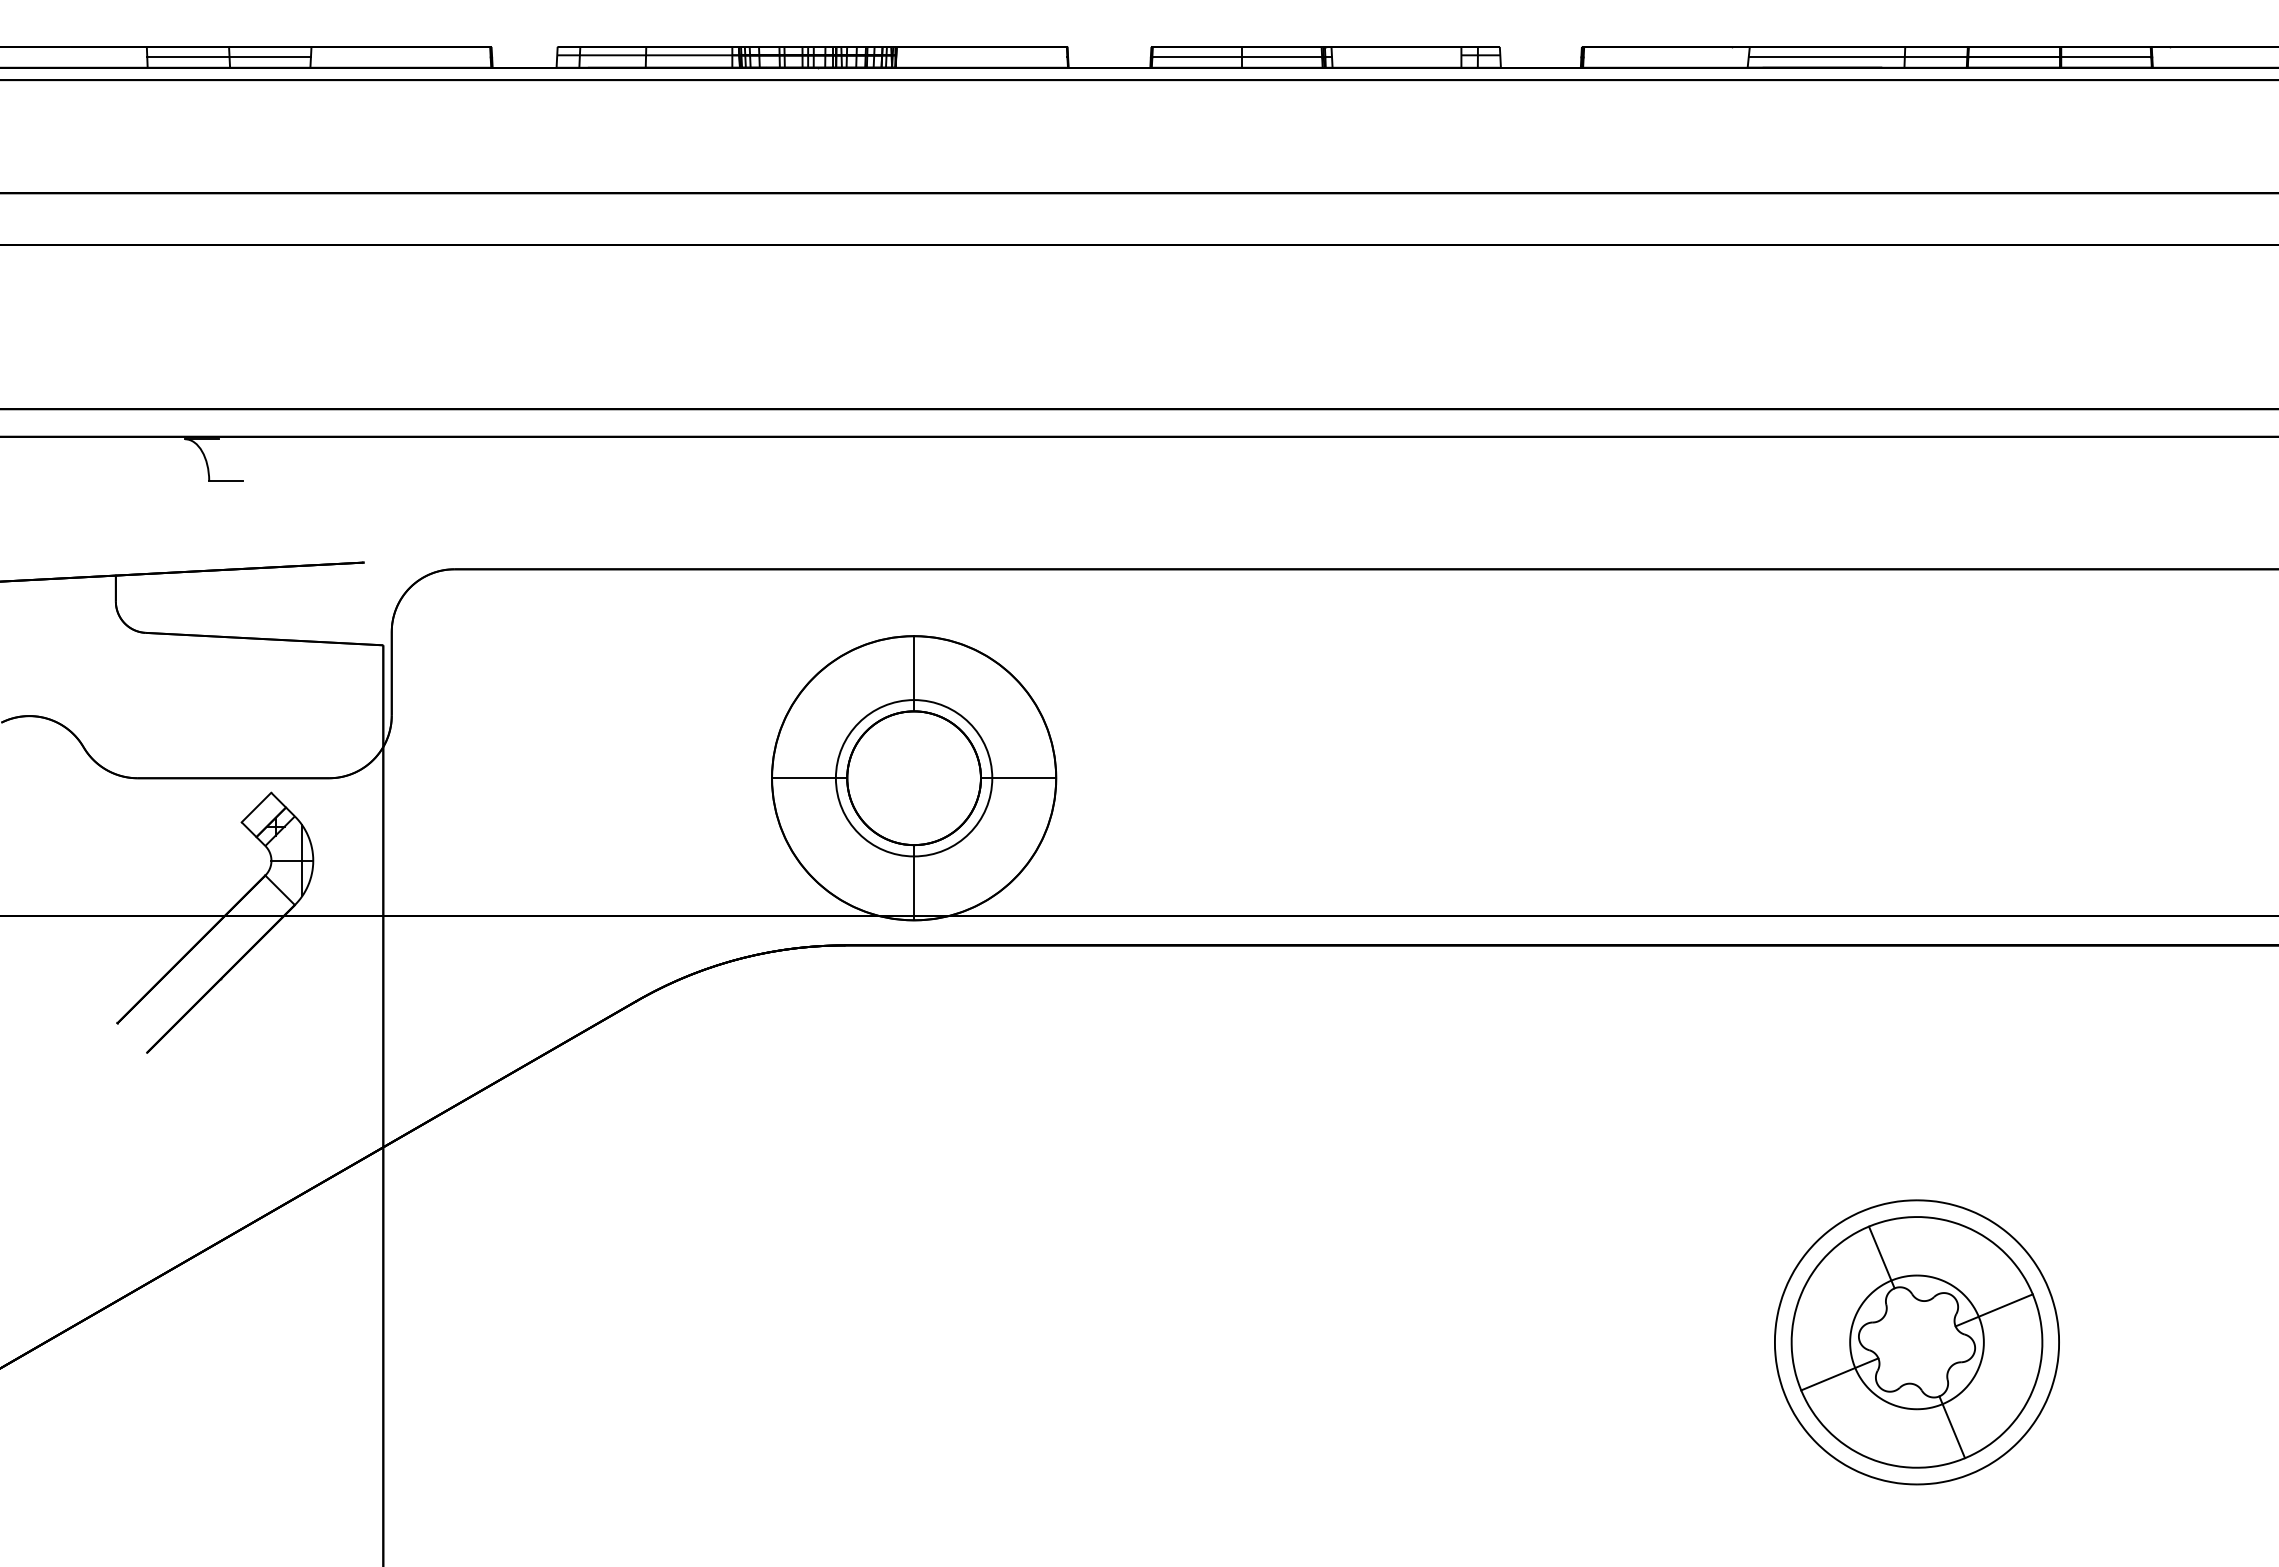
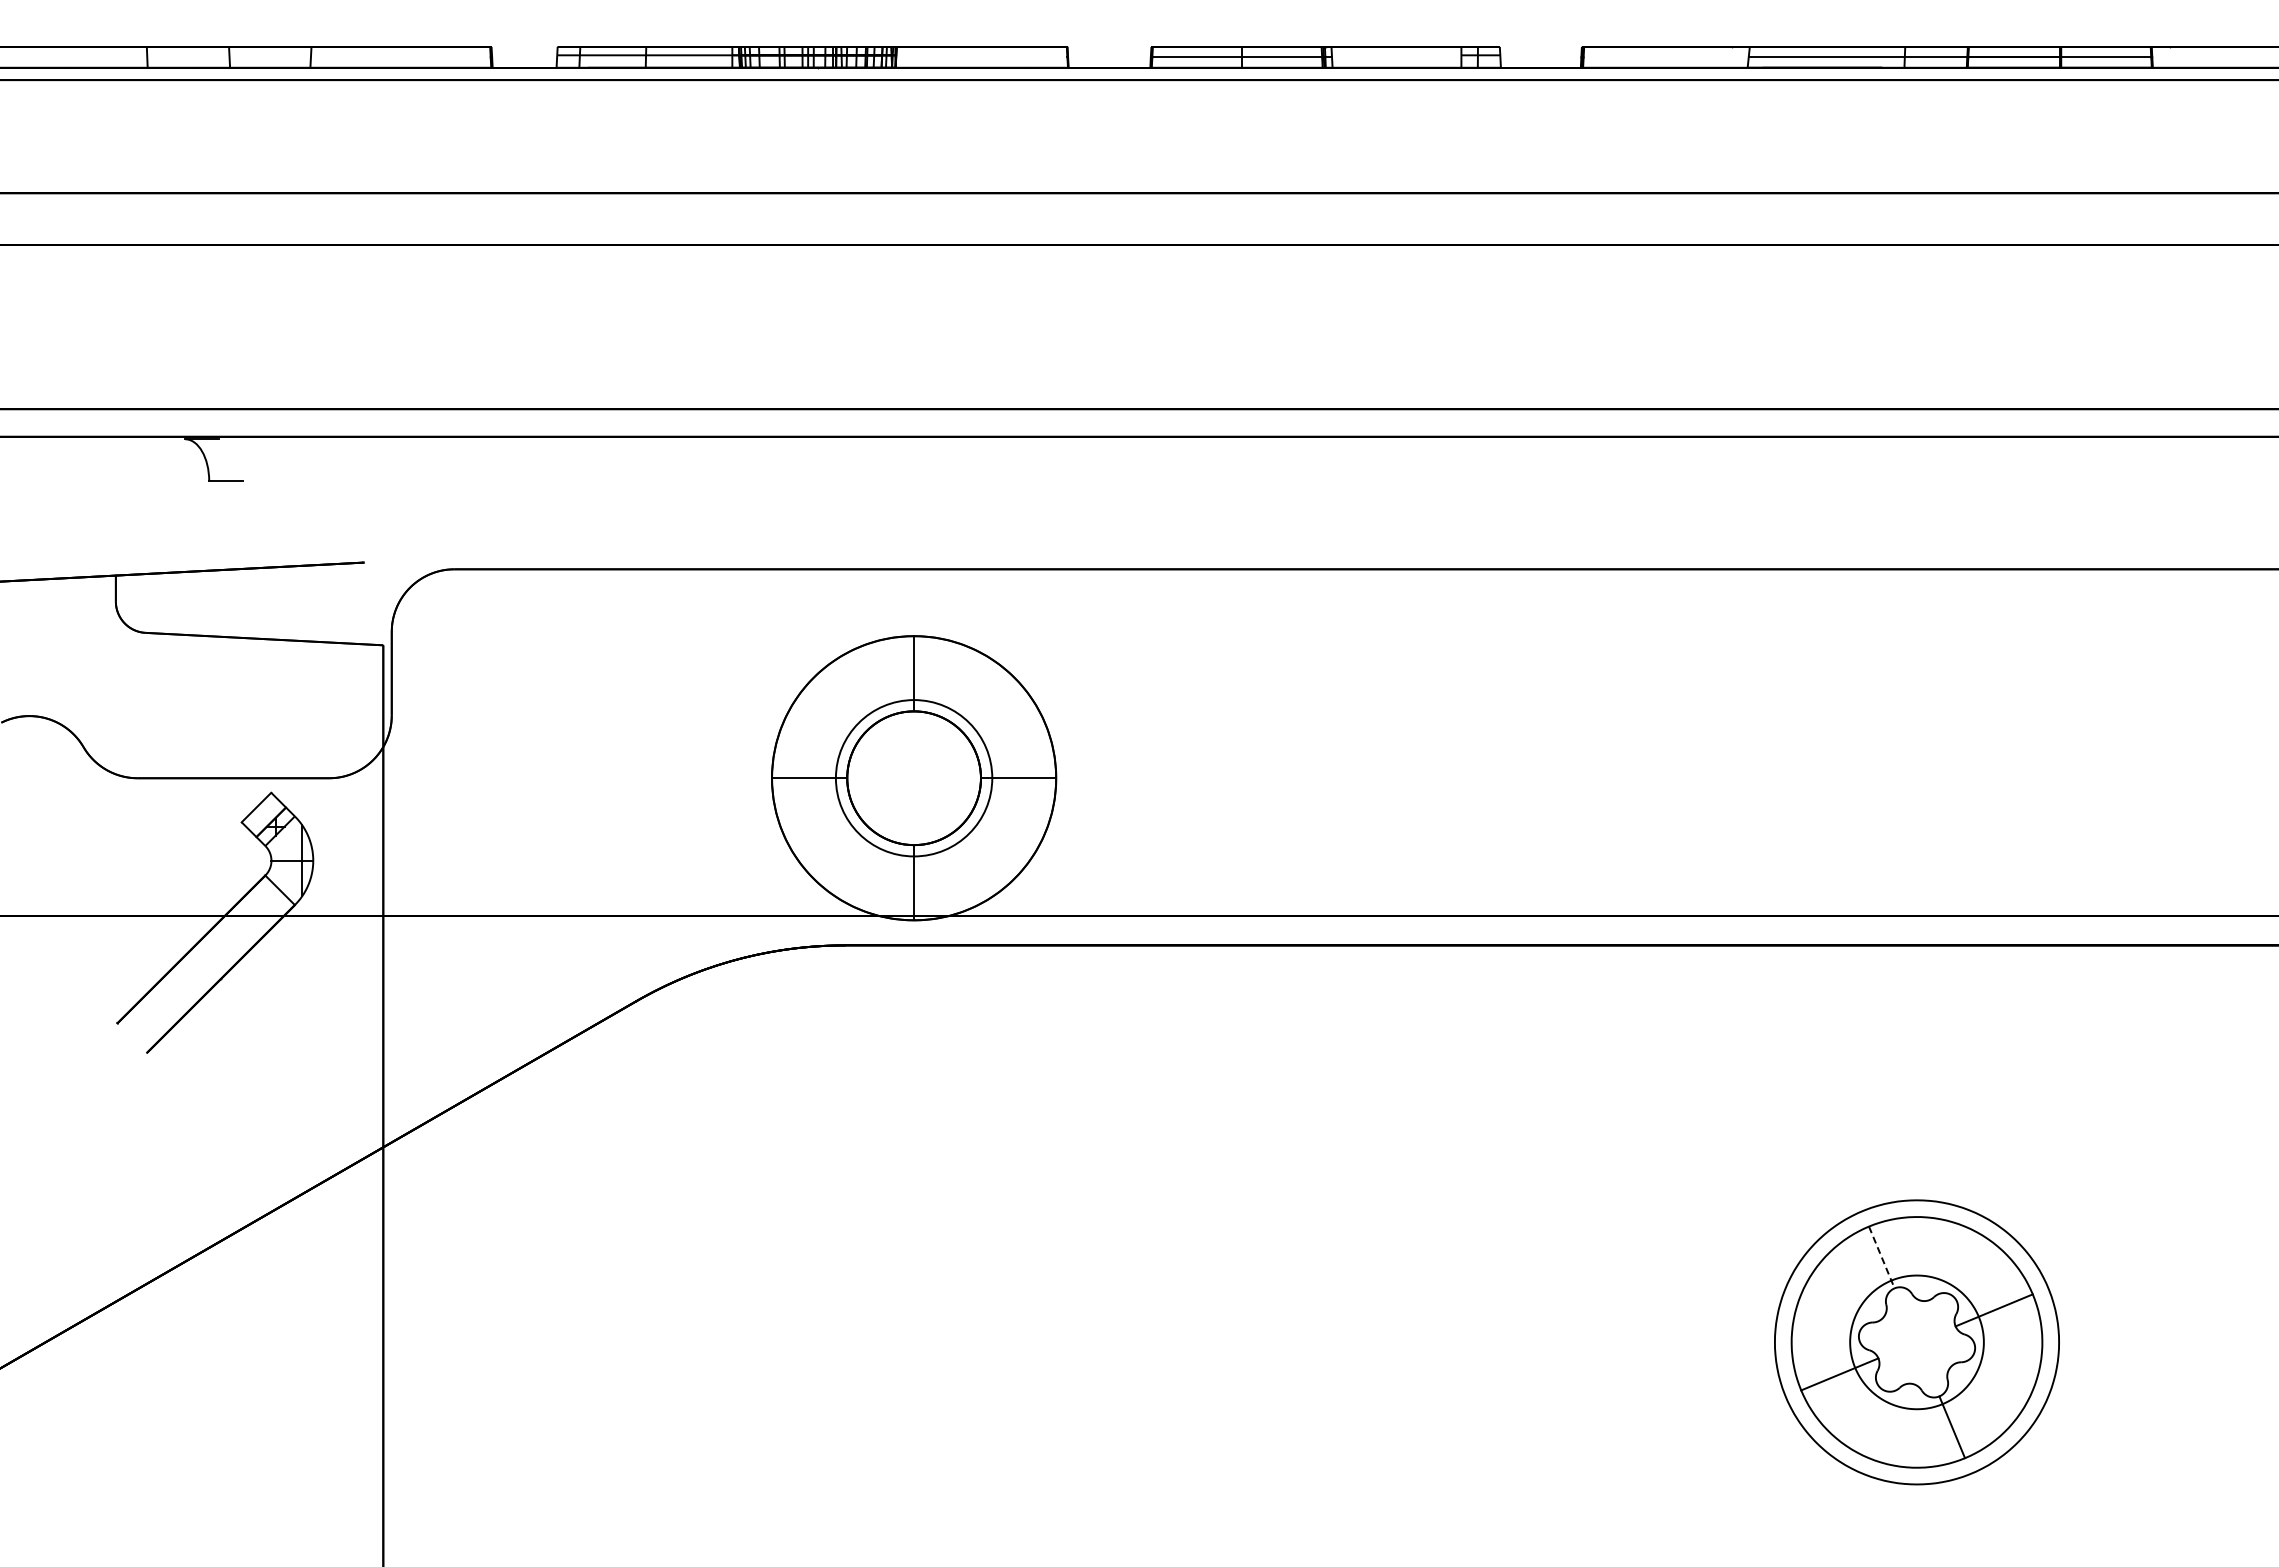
line at (228, 57): present -> none
line at (1882, 1257): solid -> dashed
